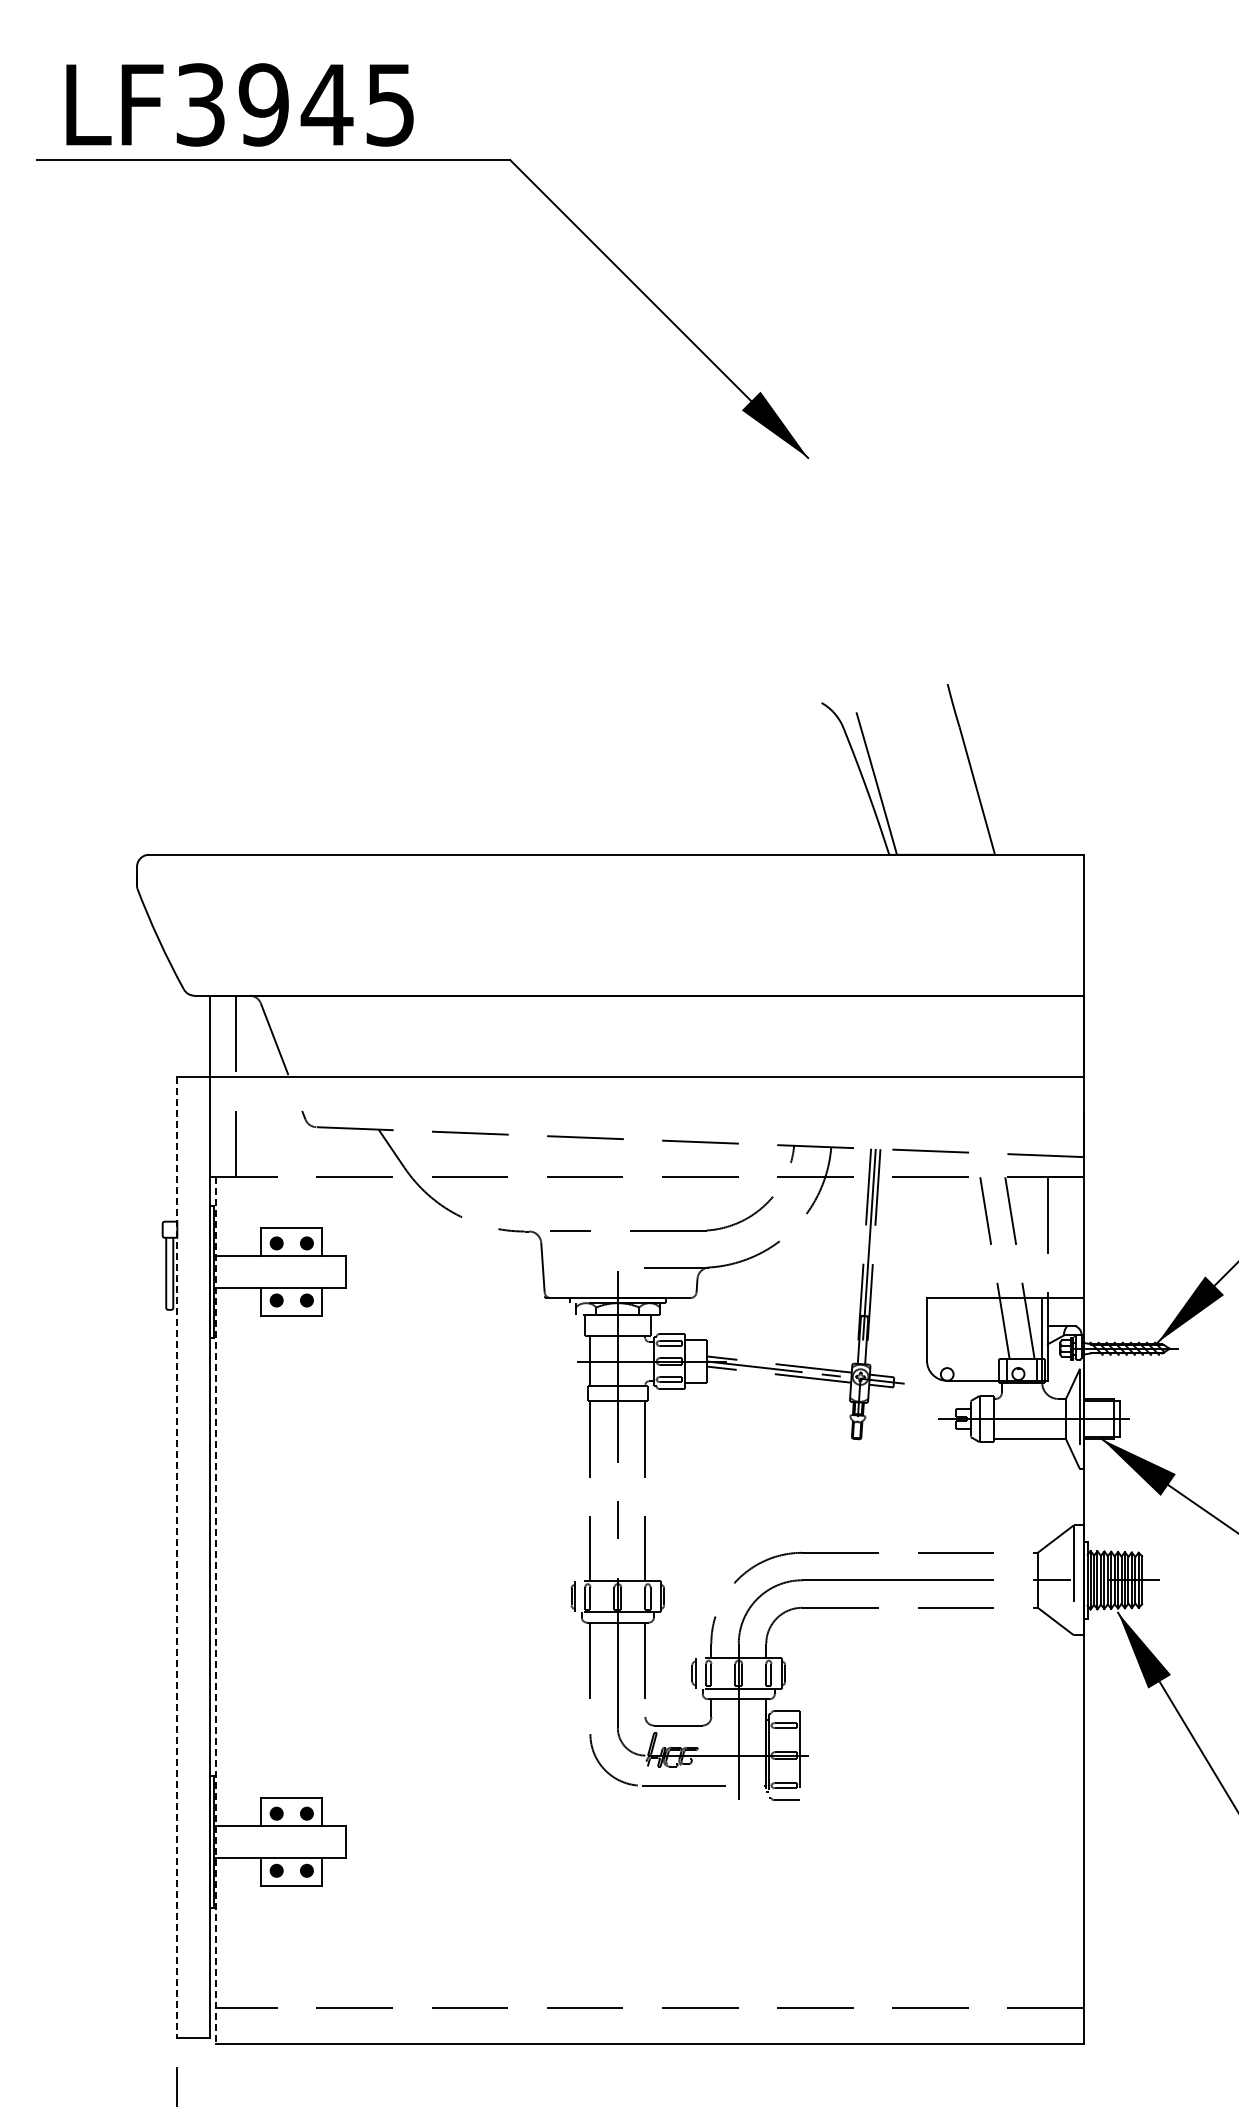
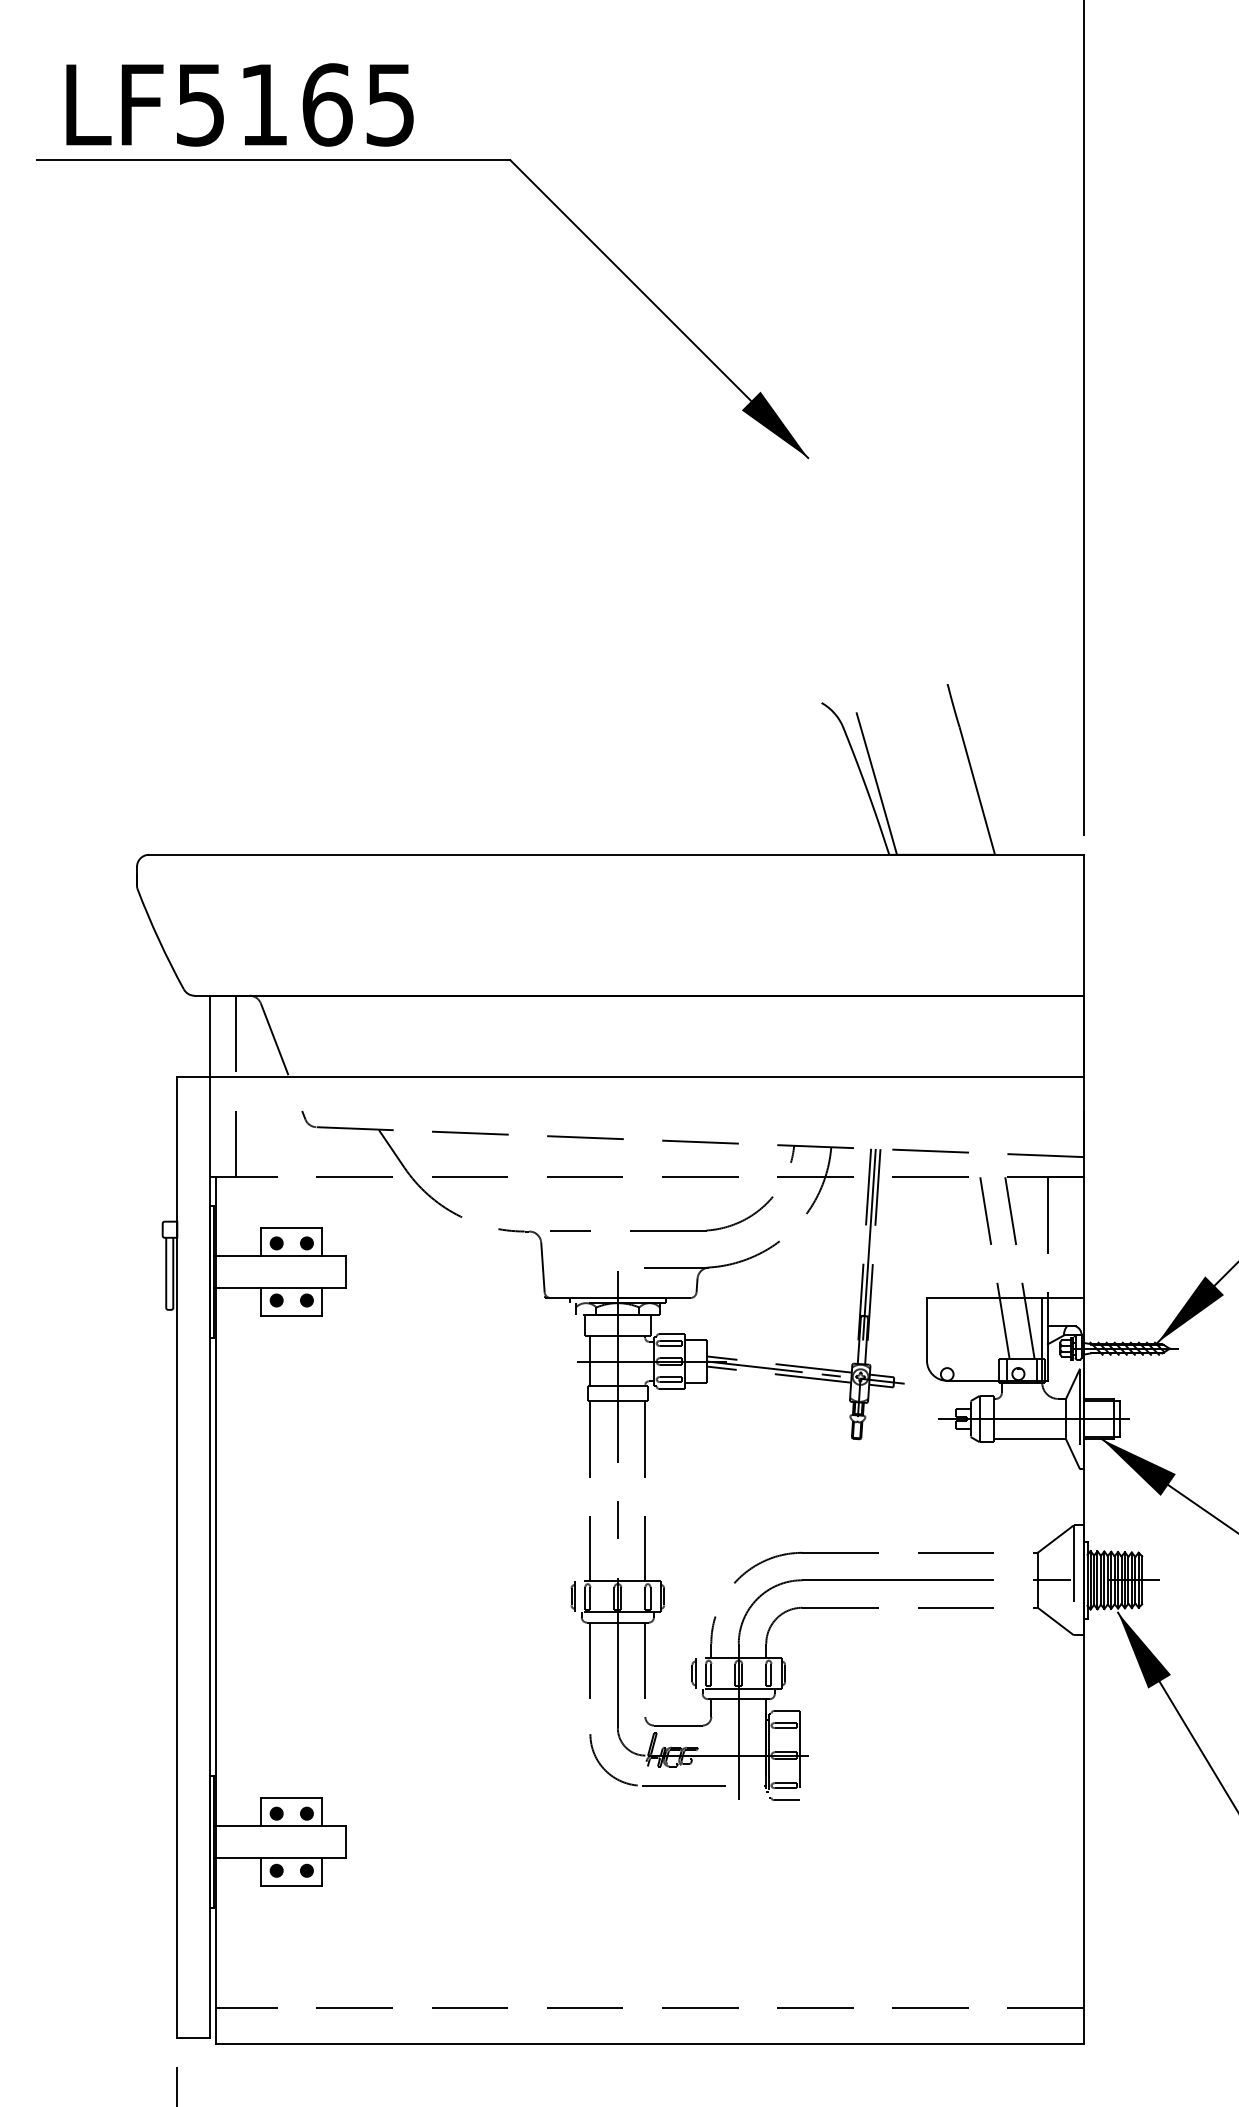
text at (264, 104): LF3945 -> LF5165
line at (1084, 418): none -> present
line at (177, 1557): dashed -> solid
line at (215, 1611): dashed -> solid
